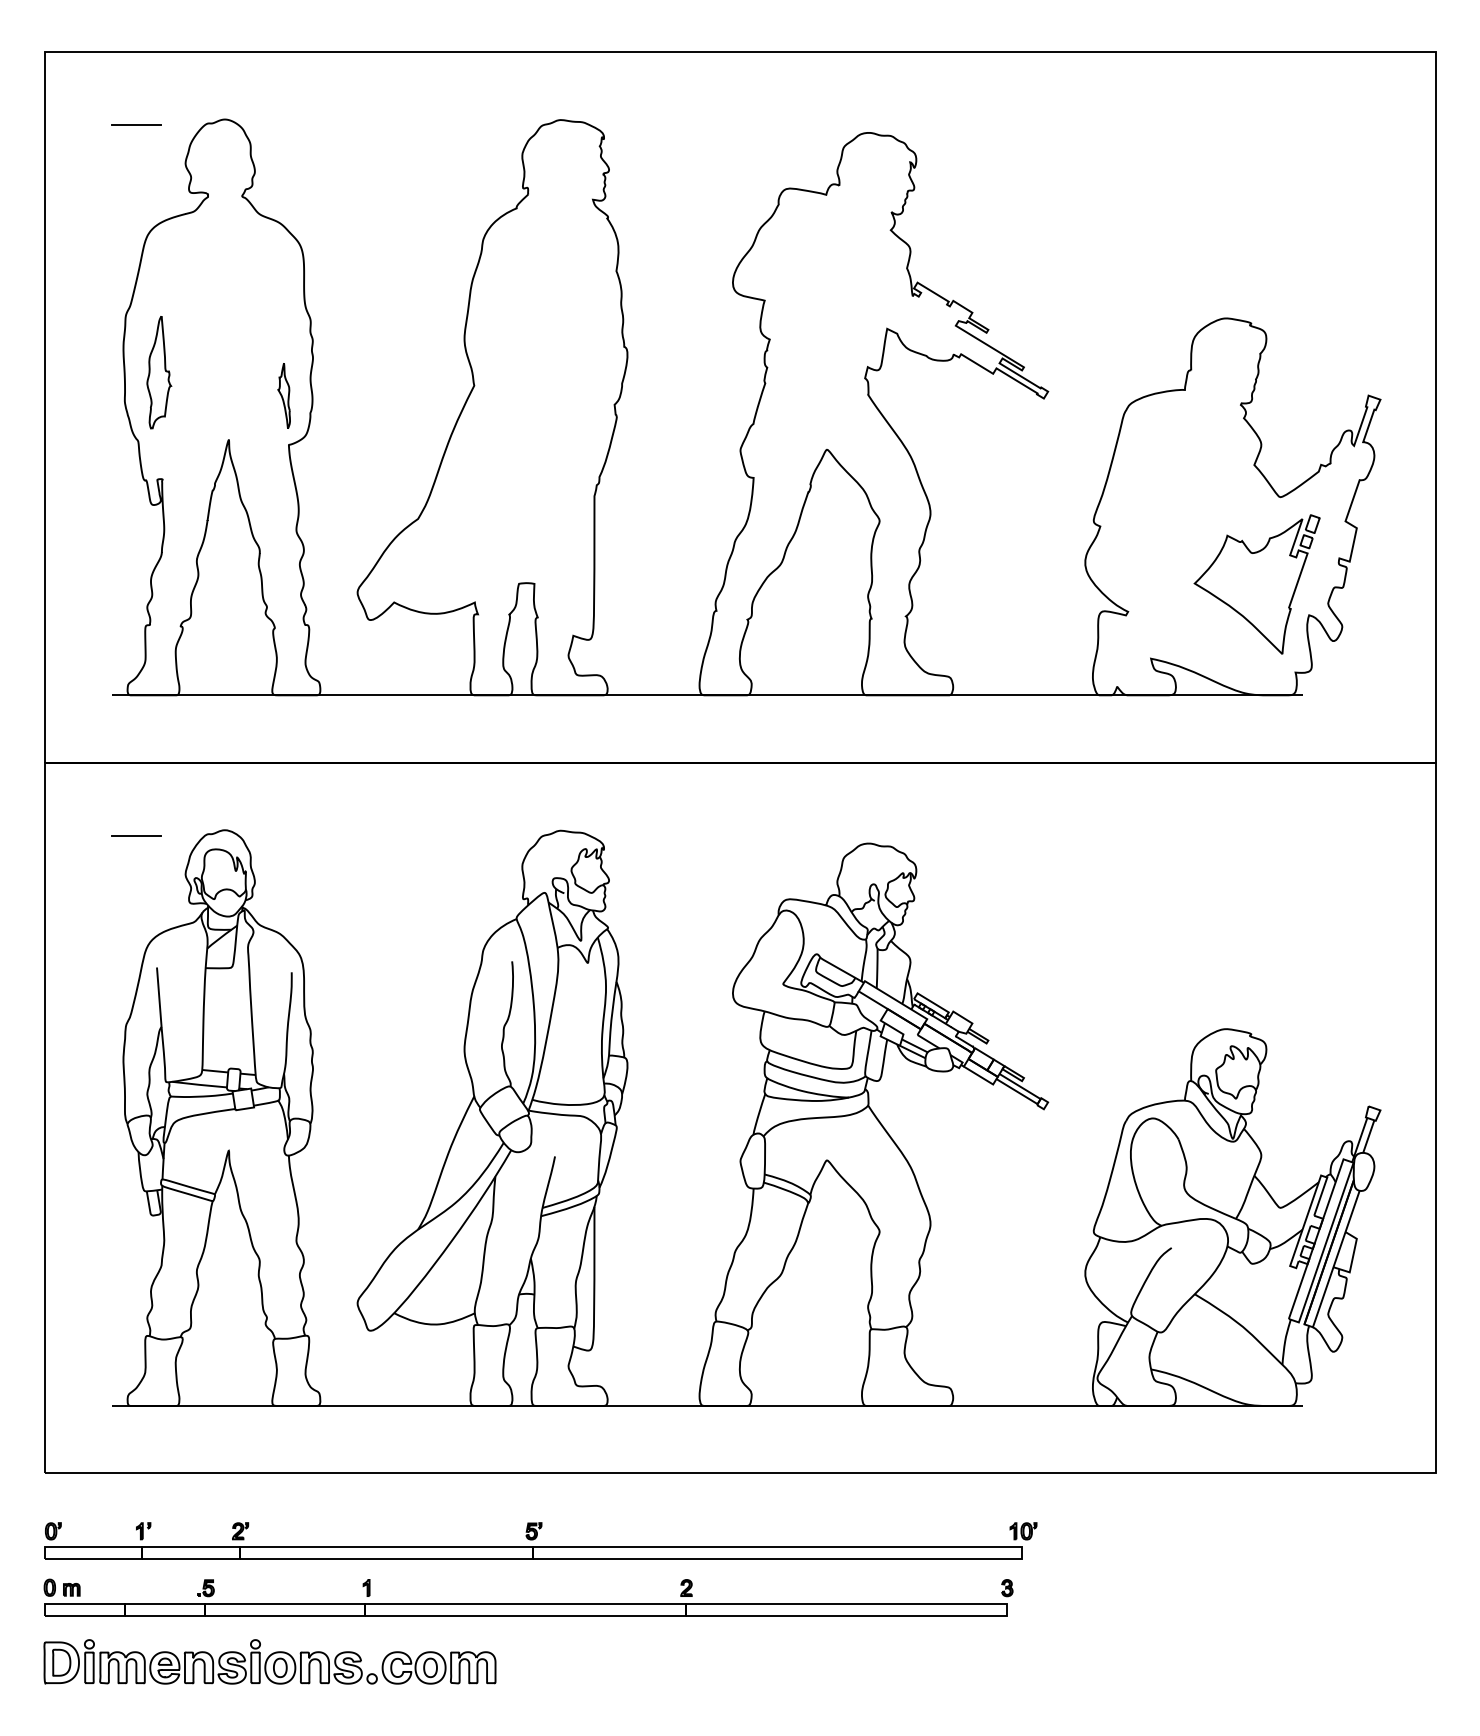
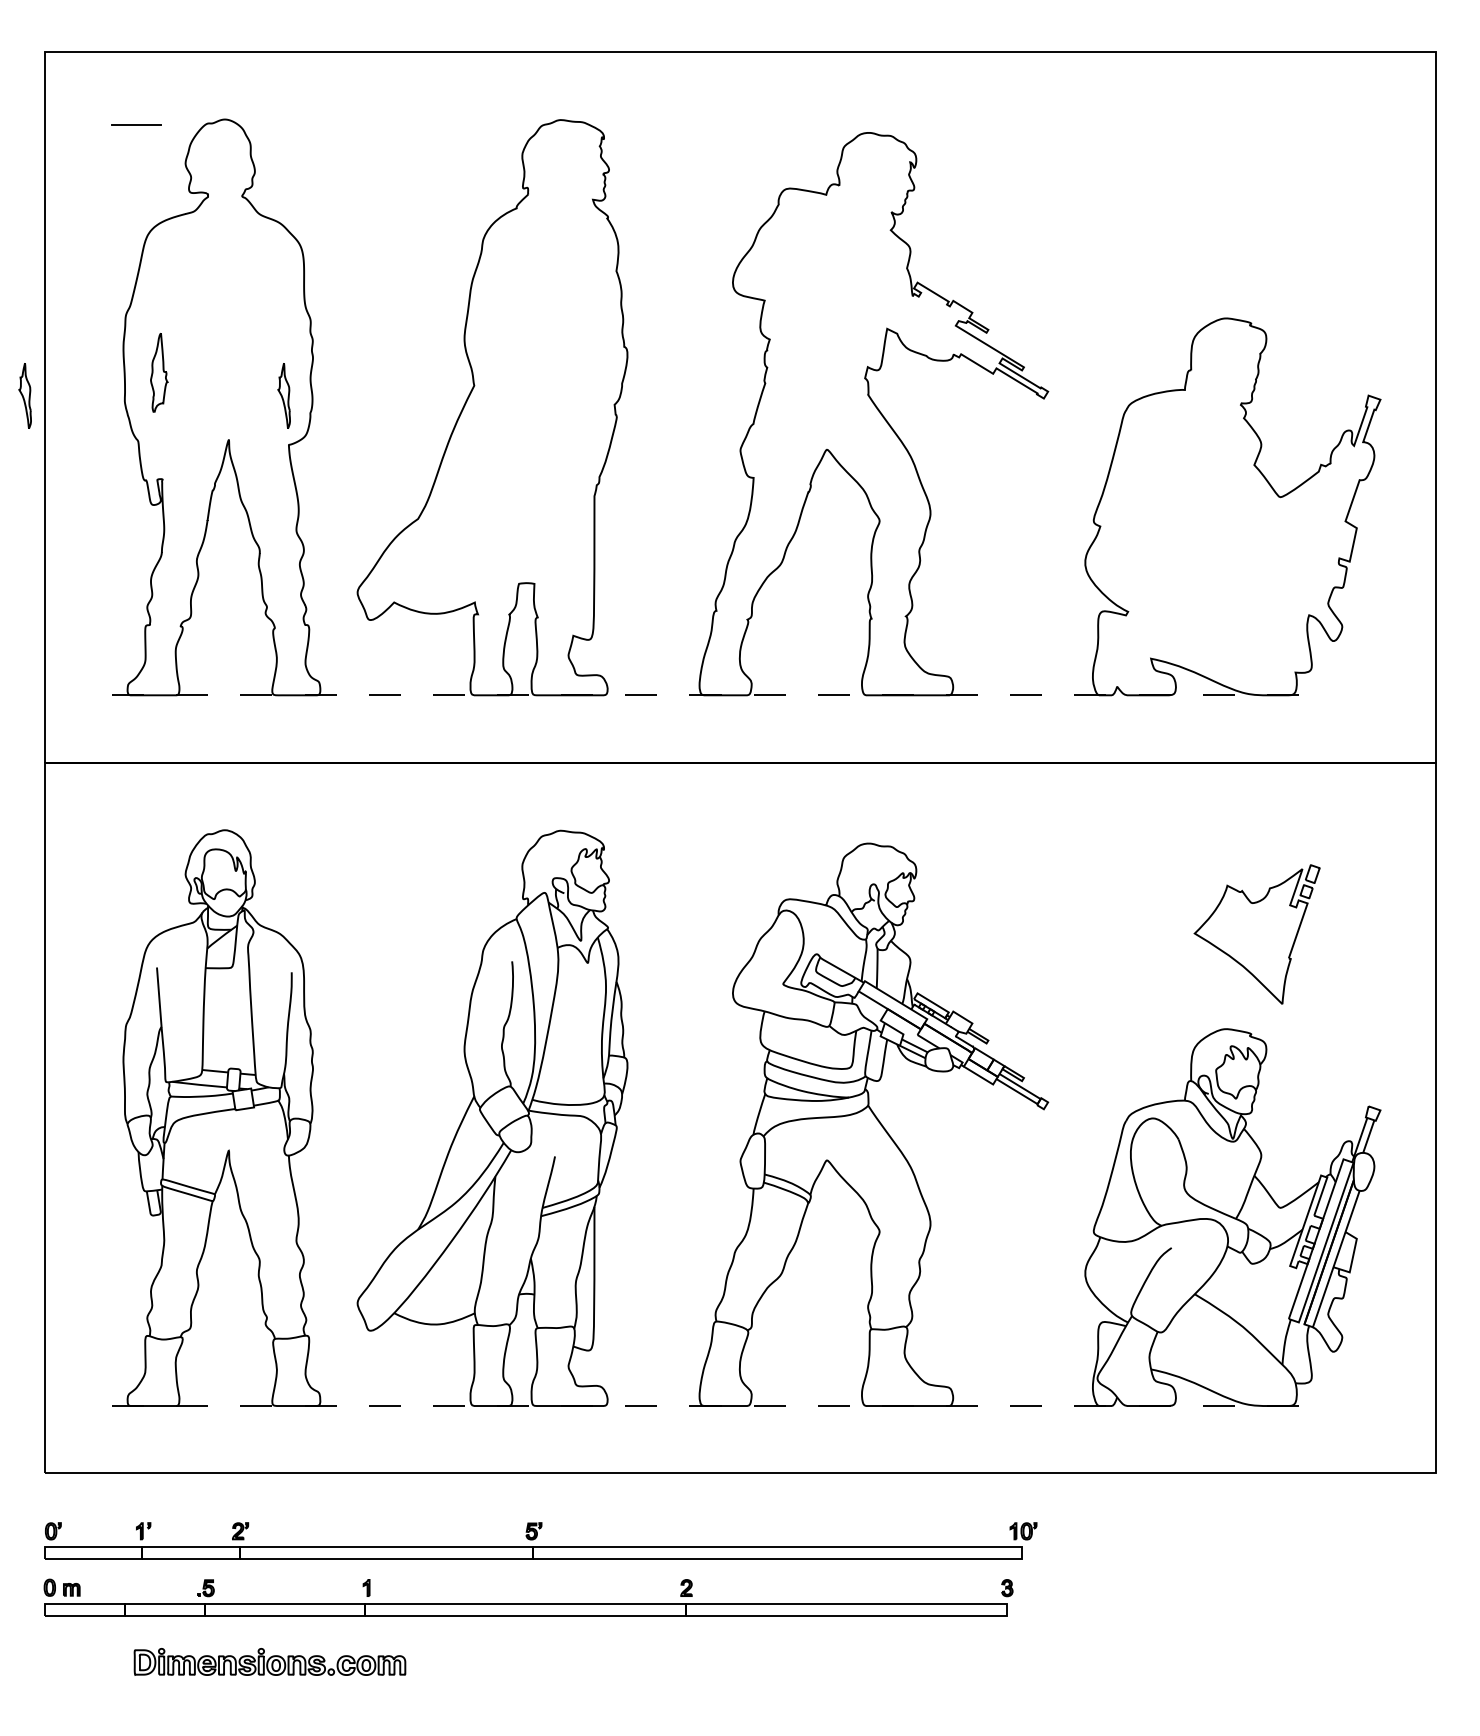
part at (159, 372) size: 27x114 px -> 19x80 px
part at (24, 395): none -> present
part at (1256, 584) position: (1256, 584) -> (1256, 934)
line at (707, 695): solid -> dashed
line at (136, 835): present -> none
line at (707, 1406): solid -> dashed
part at (269, 1661) size: 454x46 px -> 274x28 px
